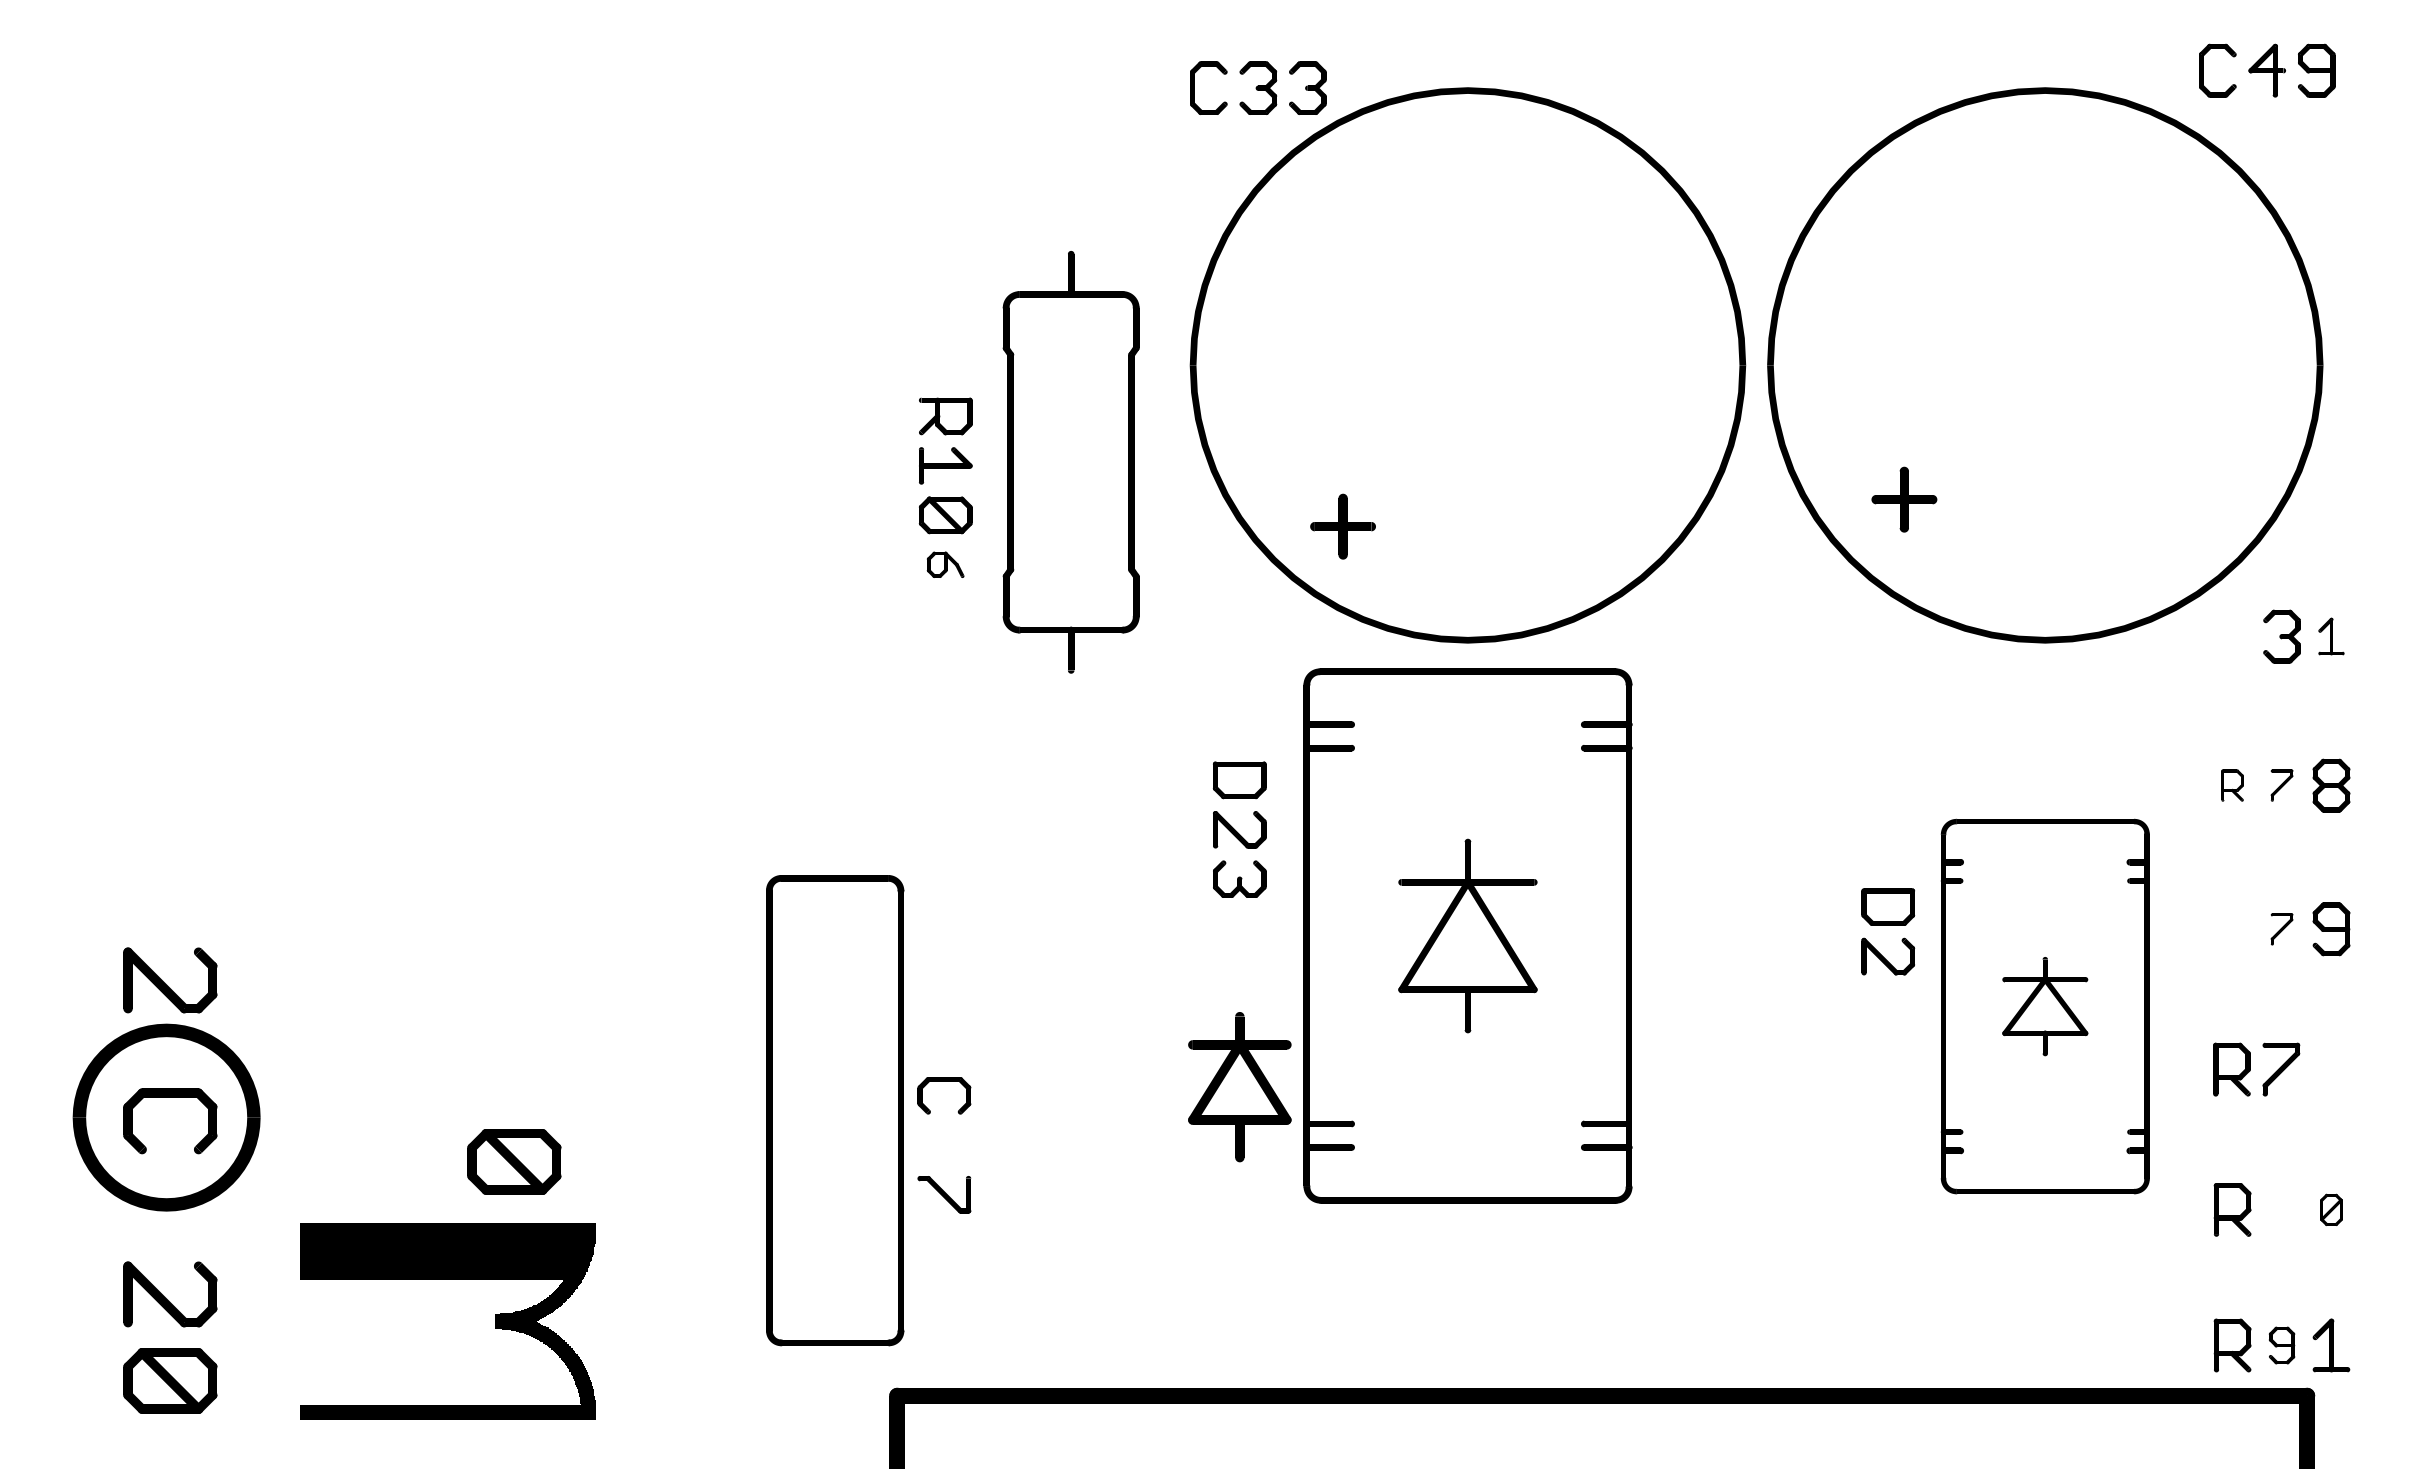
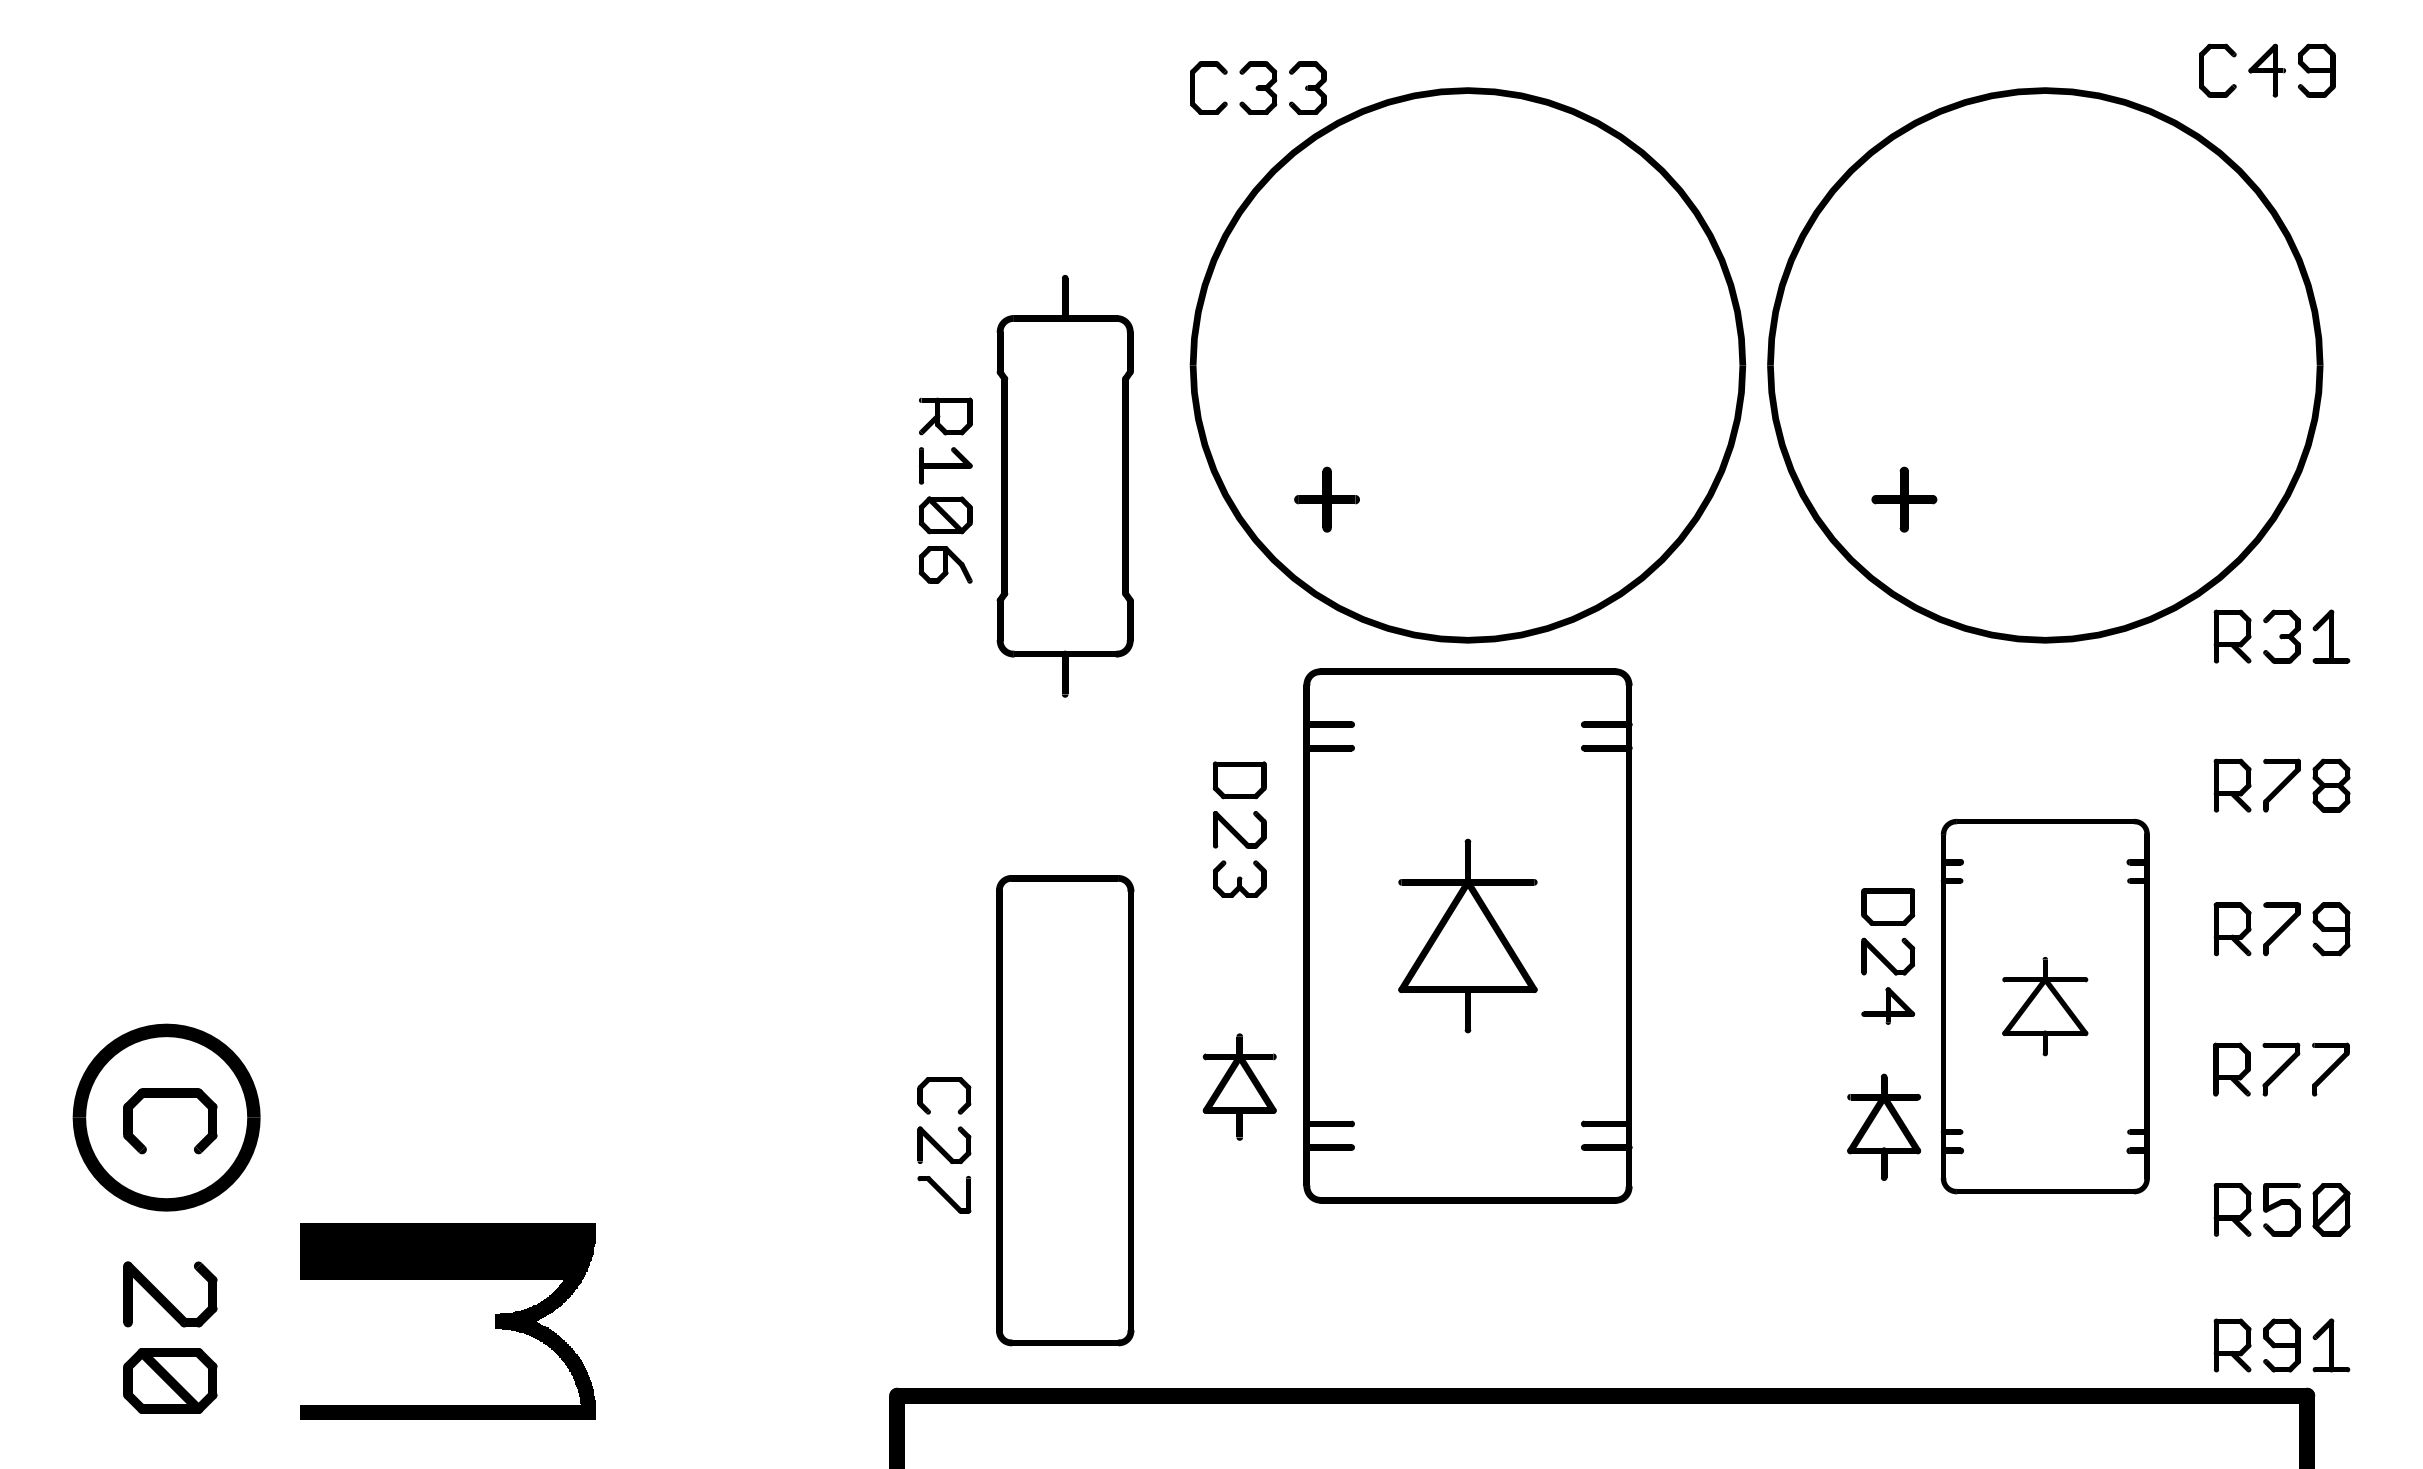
part at (1070, 462) position: (1070, 462) -> (1064, 486)
part at (1342, 526) position: (1342, 526) -> (1326, 499)
part at (945, 564) size: 39x27 px -> 55x38 px
part at (2232, 636): none -> present
part at (2331, 636) size: 27x39 px -> 39x55 px
part at (2232, 785) size: 23x33 px -> 39x55 px
part at (2281, 785) size: 24x33 px -> 38x55 px
part at (2232, 929): none -> present
part at (2281, 929) size: 24x33 px -> 38x55 px
part at (170, 980): present -> none
part at (1888, 1005): none -> present
part at (2330, 1069): none -> present
part at (1239, 1087) size: 104x151 px -> 75x108 px
part at (835, 1110) position: (835, 1110) -> (1065, 1110)
part at (1884, 1126): none -> present
part at (944, 1145): none -> present
part at (514, 1161): present -> none
part at (2281, 1209): none -> present
part at (2331, 1209) size: 23x33 px -> 39x54 px
part at (2281, 1345) size: 28x39 px -> 38x55 px
